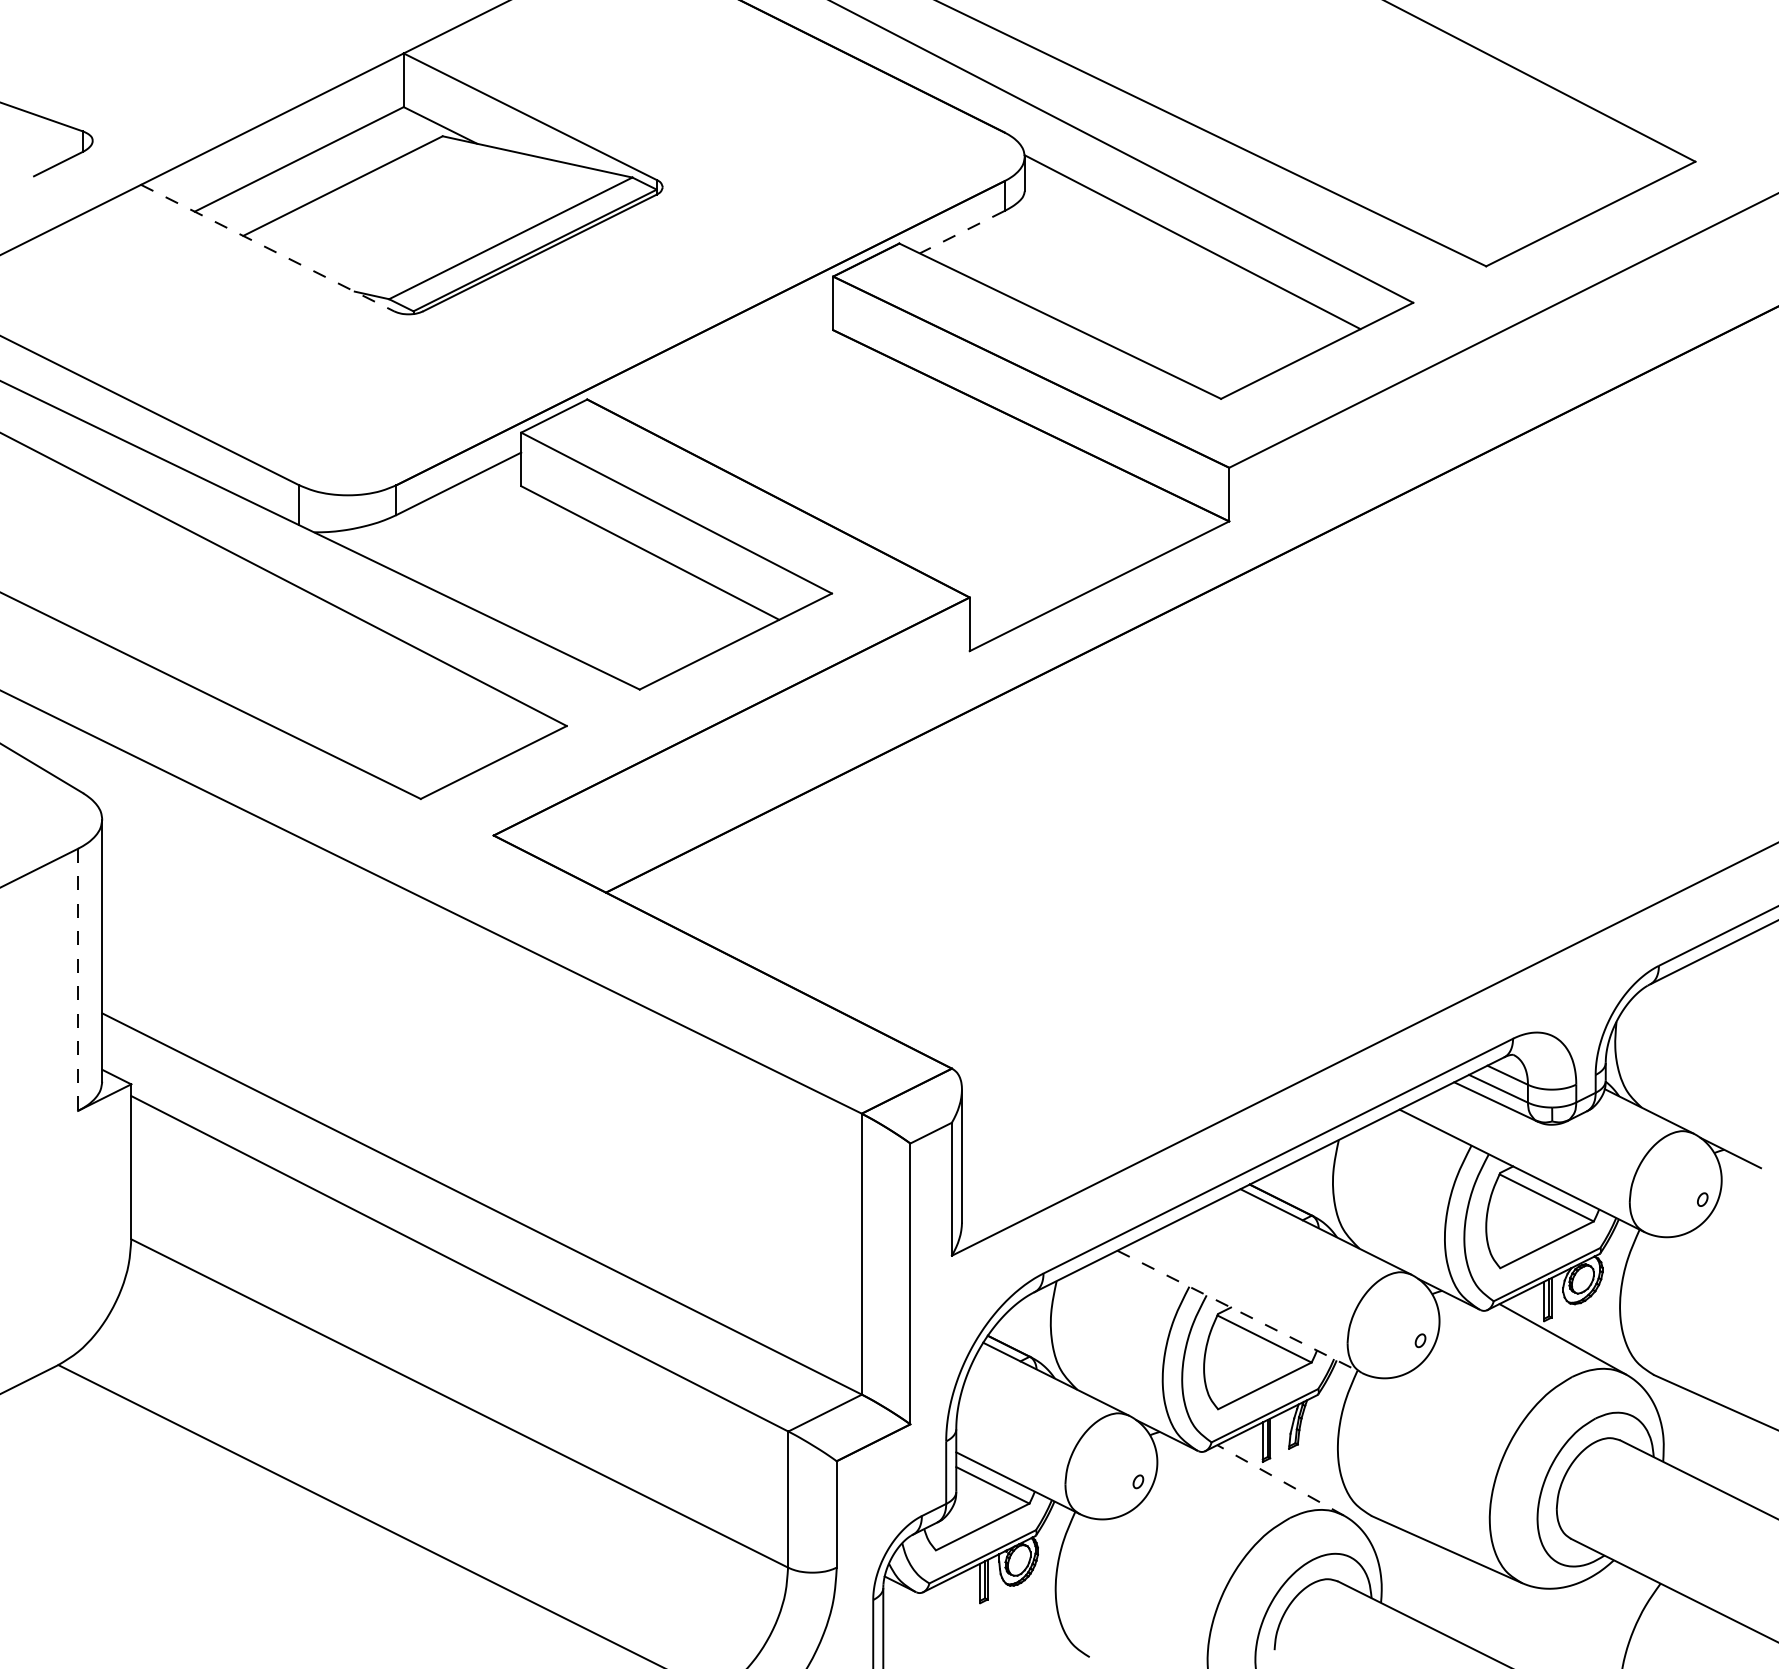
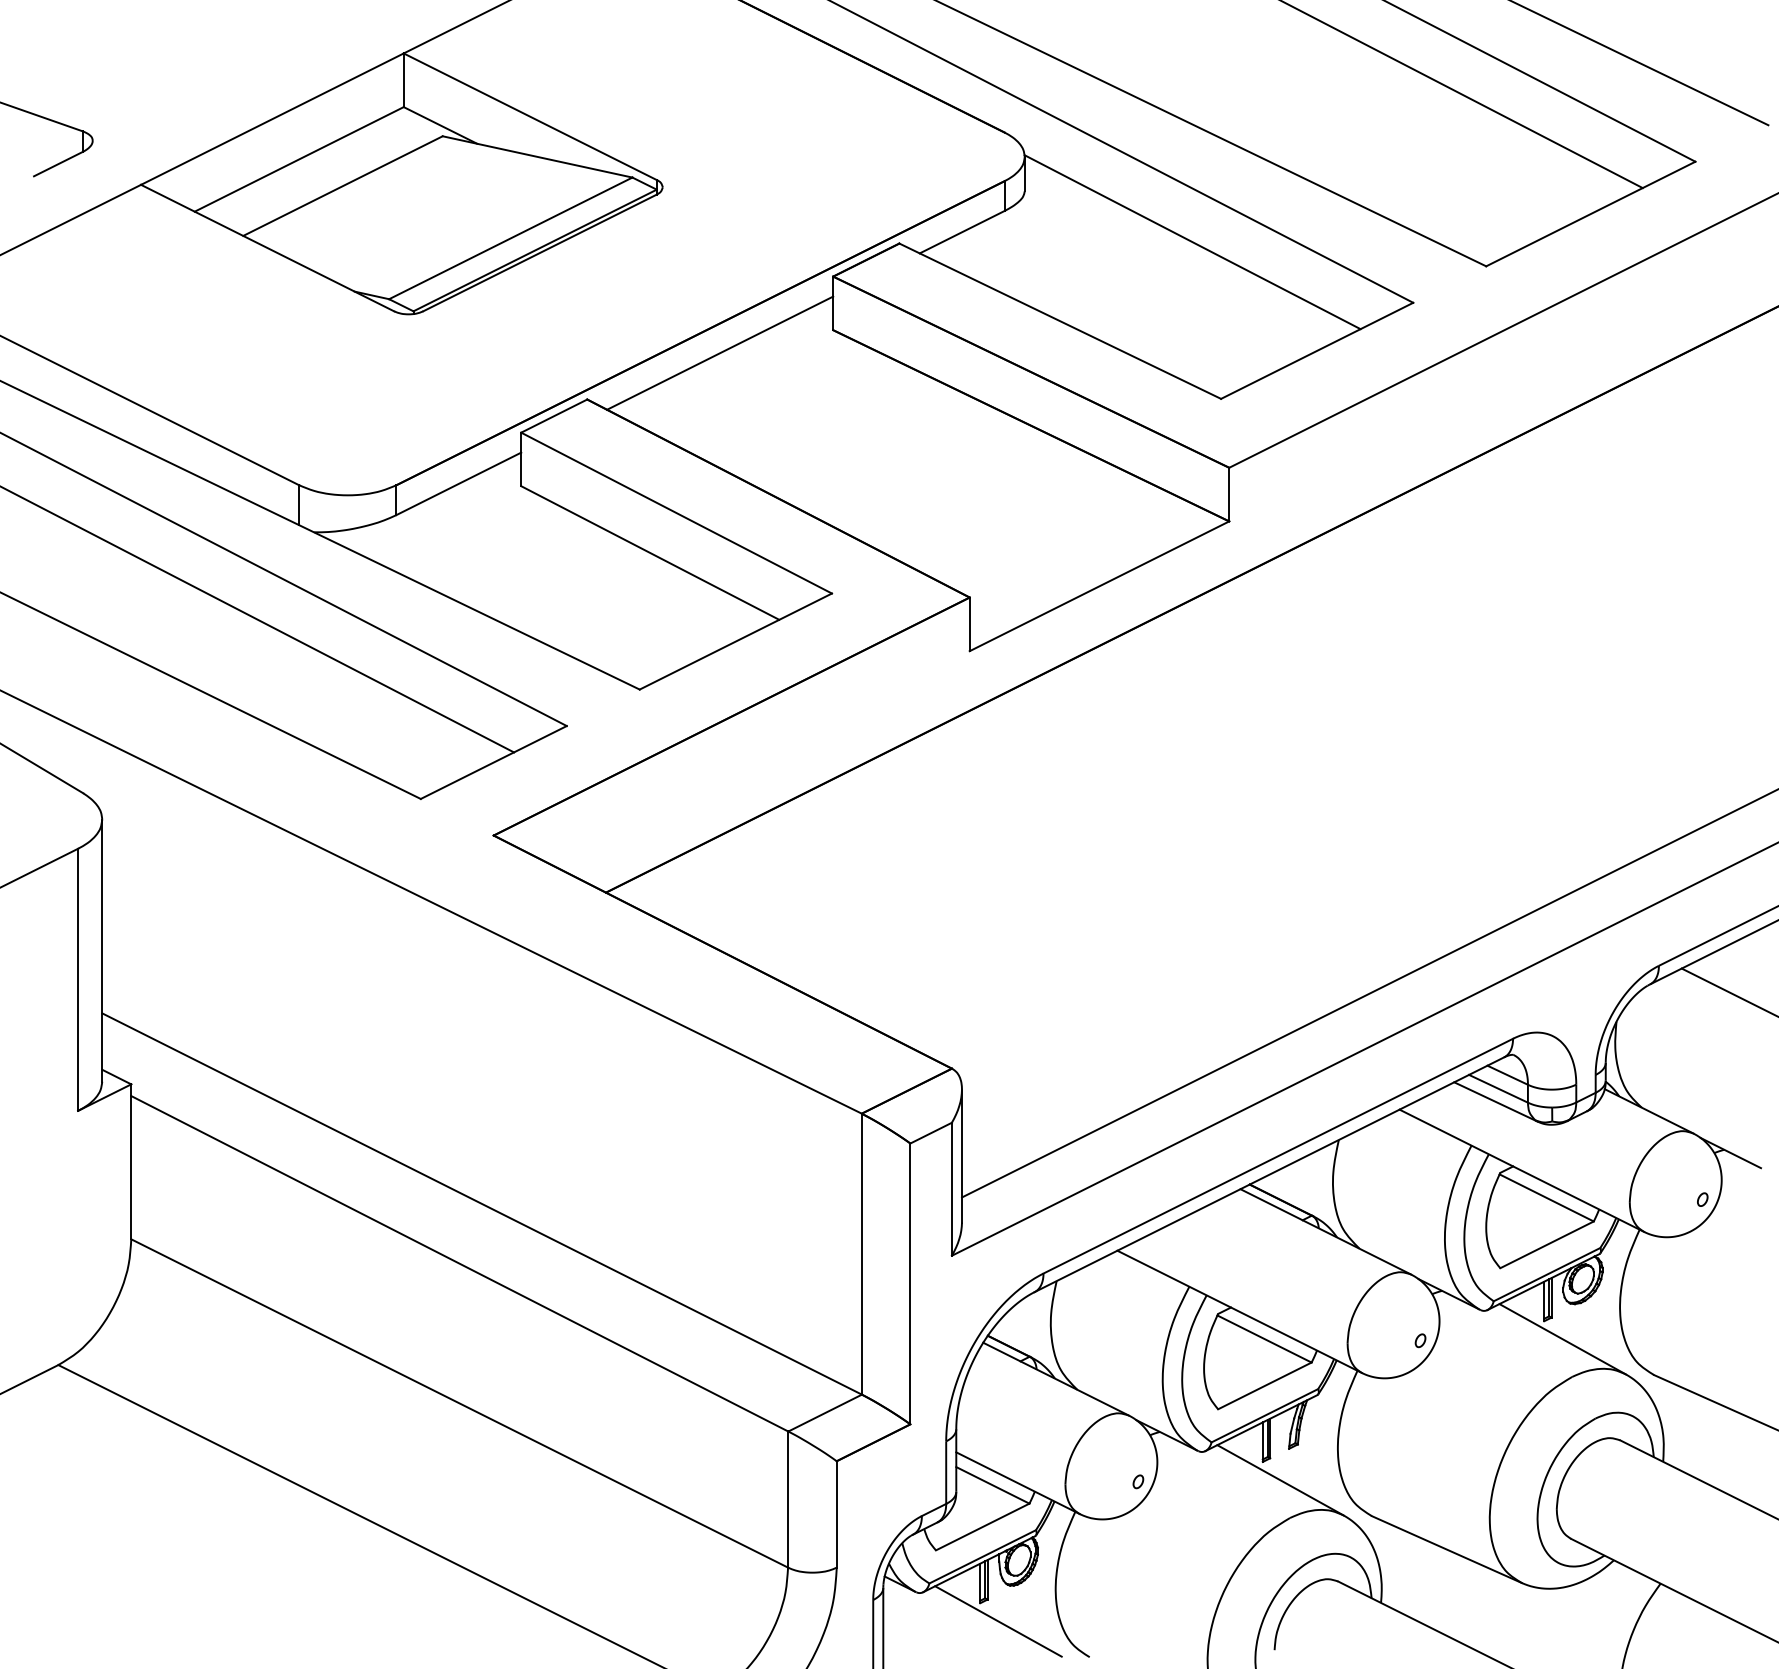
line at (1640, 63): none -> present
line at (1462, 95): none -> present
line at (961, 232): dashed -> solid
line at (268, 248): dashed -> solid
line at (719, 352): none -> present
line at (258, 619): none -> present
line at (78, 980): dashed -> solid
line at (1728, 991): none -> present
line at (1368, 993): none -> present
line at (1239, 1311): dashed -> solid
line at (1280, 1480): dashed -> solid
line at (998, 1621): none -> present
